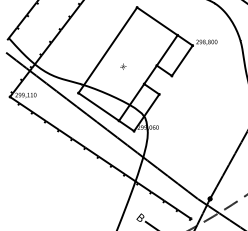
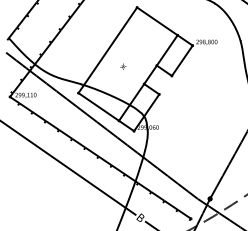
line at (68, 168): none -> present
